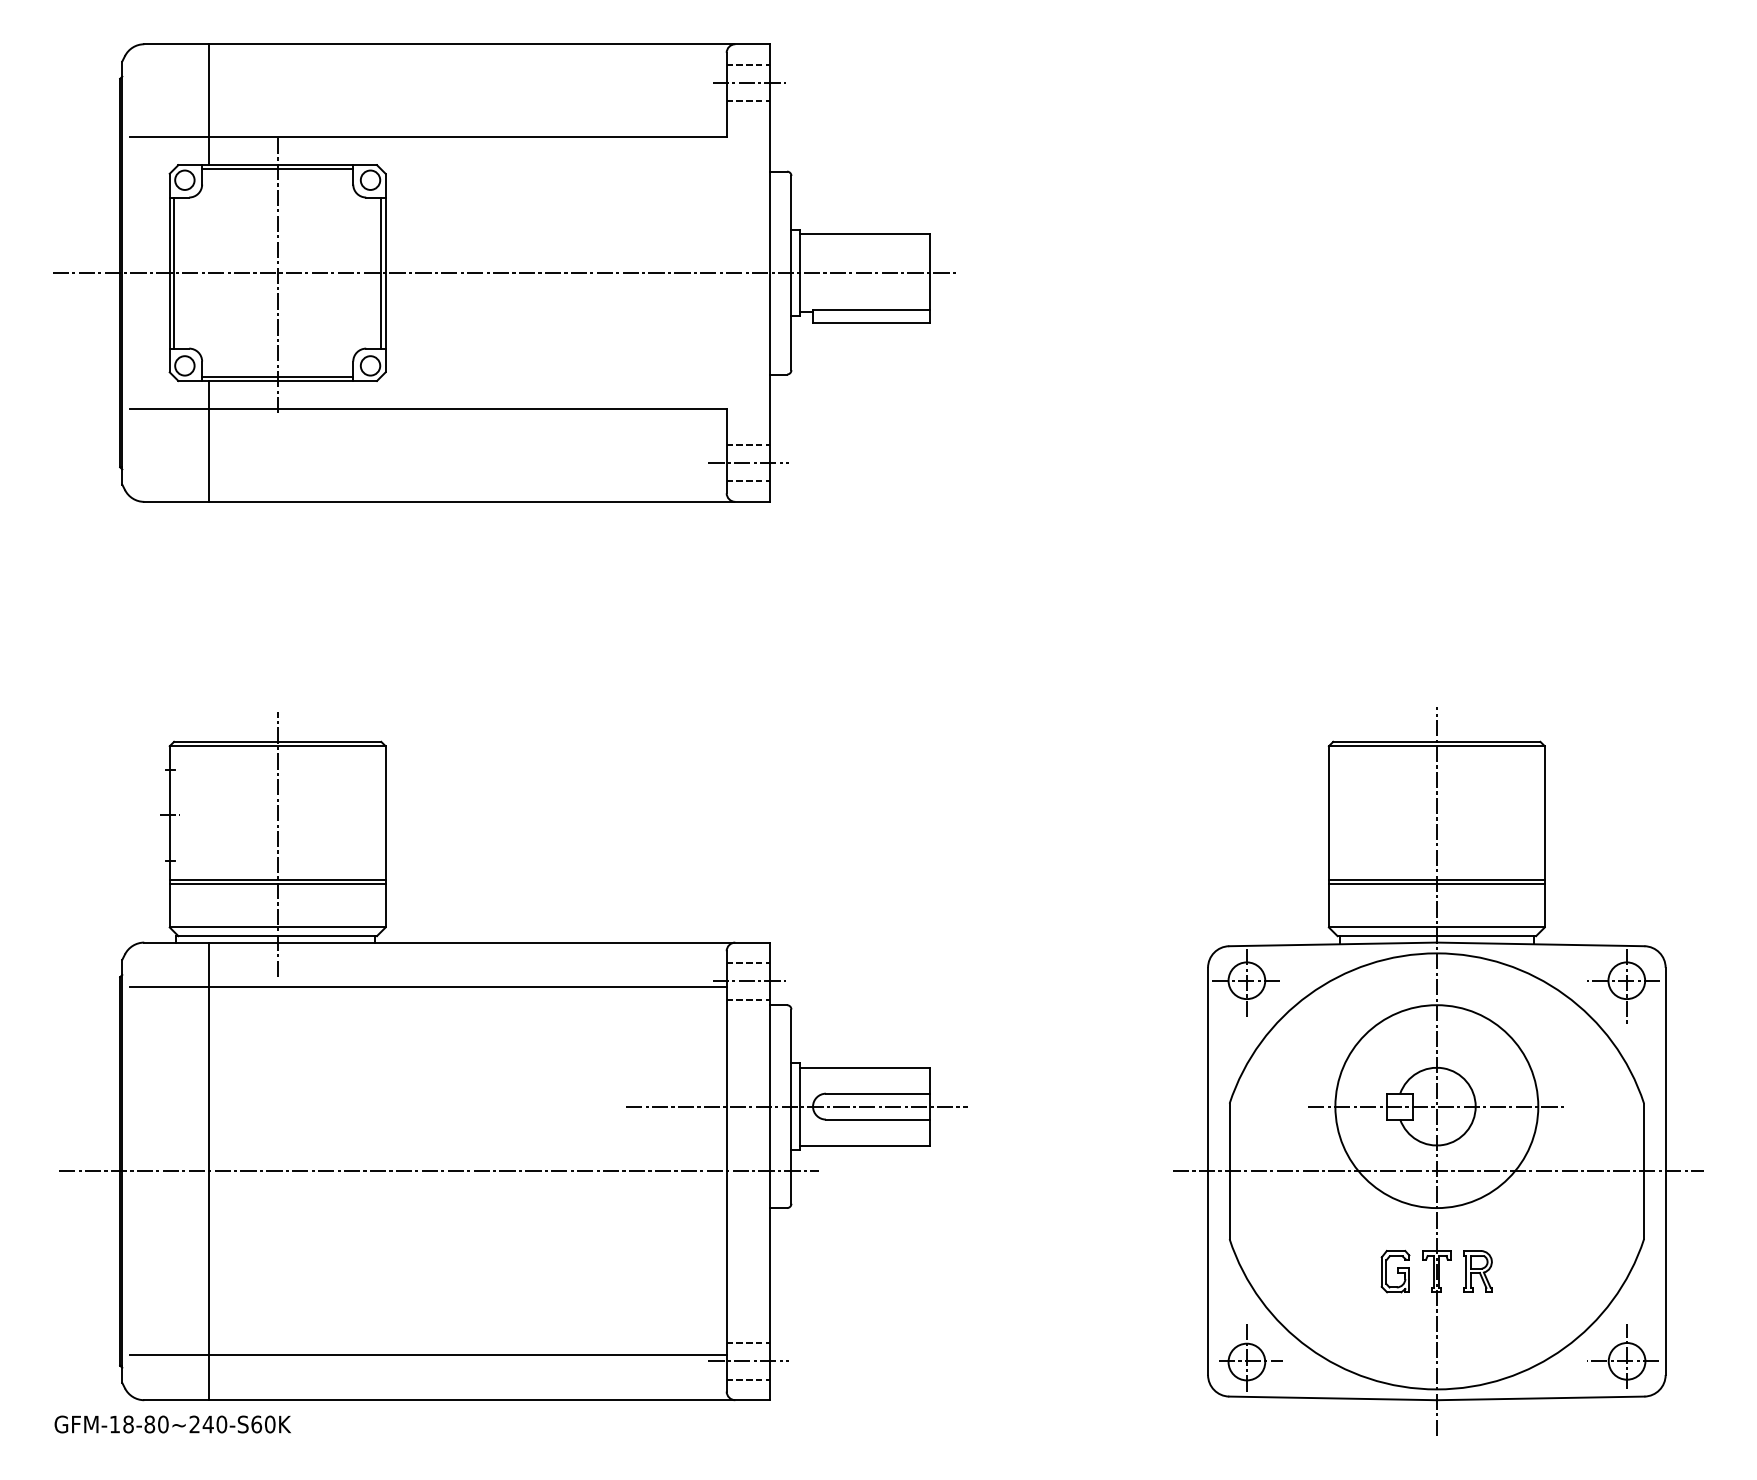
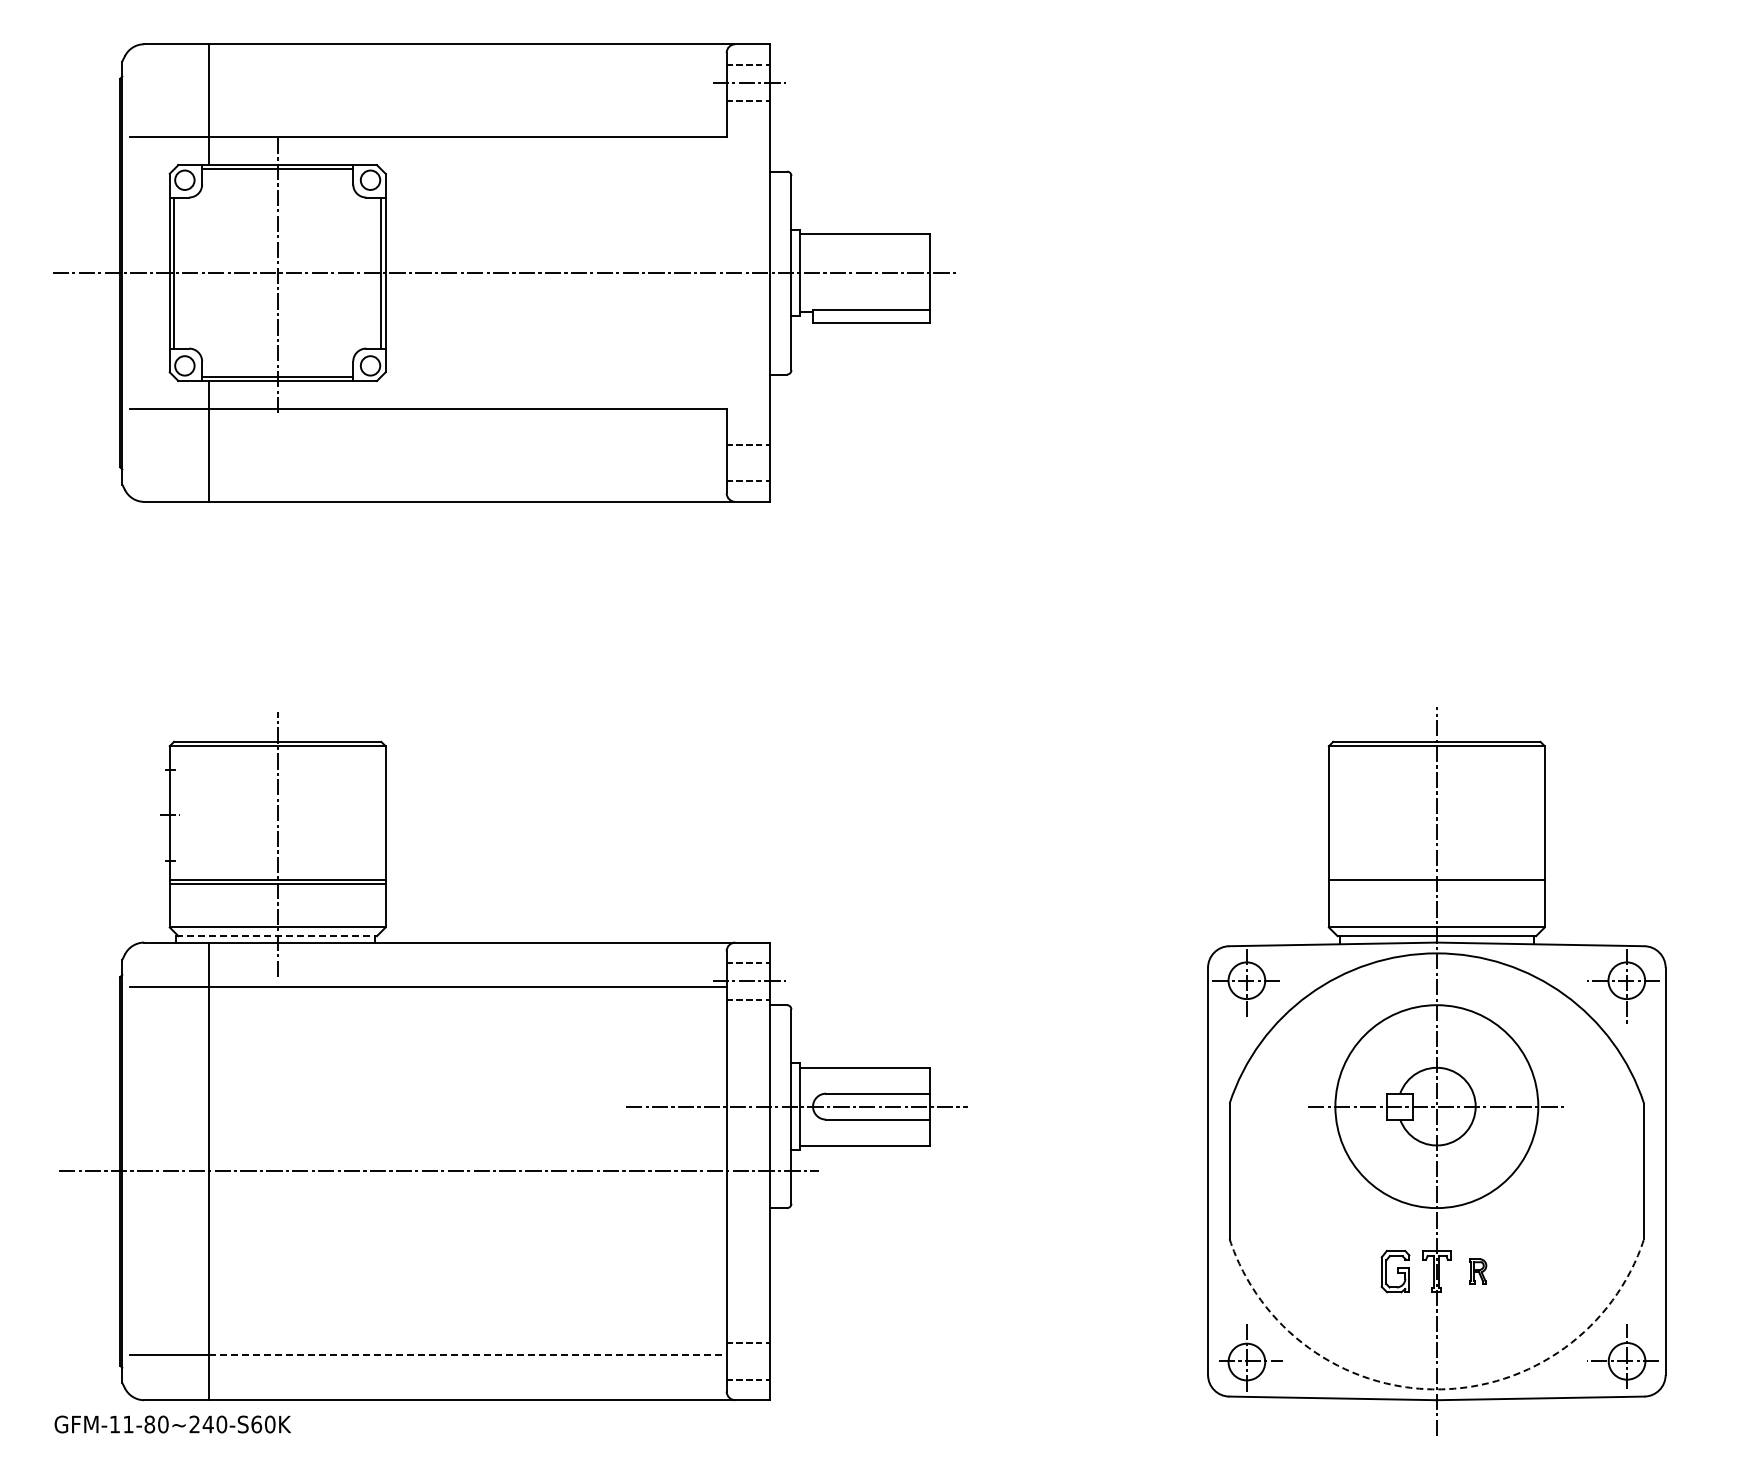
line at (748, 463): present -> none
line at (1436, 884): present -> none
line at (277, 936): solid -> dashed
line at (1438, 1171): present -> none
part at (1477, 1271) size: 30x43 px -> 19x27 px
line at (468, 1355): solid -> dashed
line at (748, 1361): present -> none
arc at (1436, 1389): solid -> dashed
text at (128, 1424): GFM-18-80~240-S60K -> GFM-11-80~240-S60K
